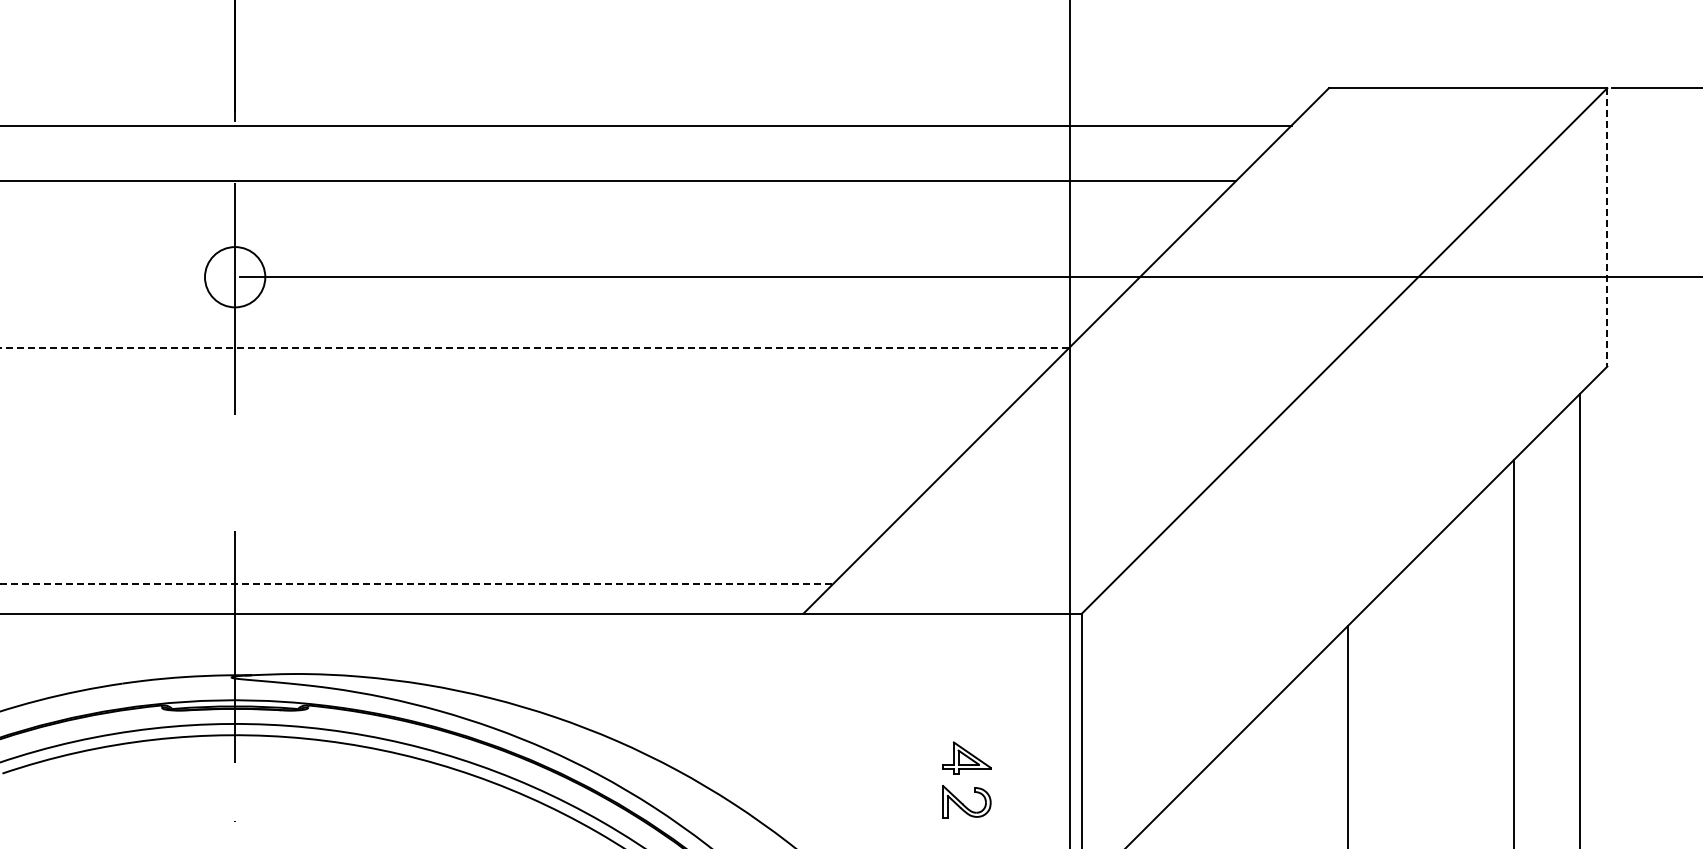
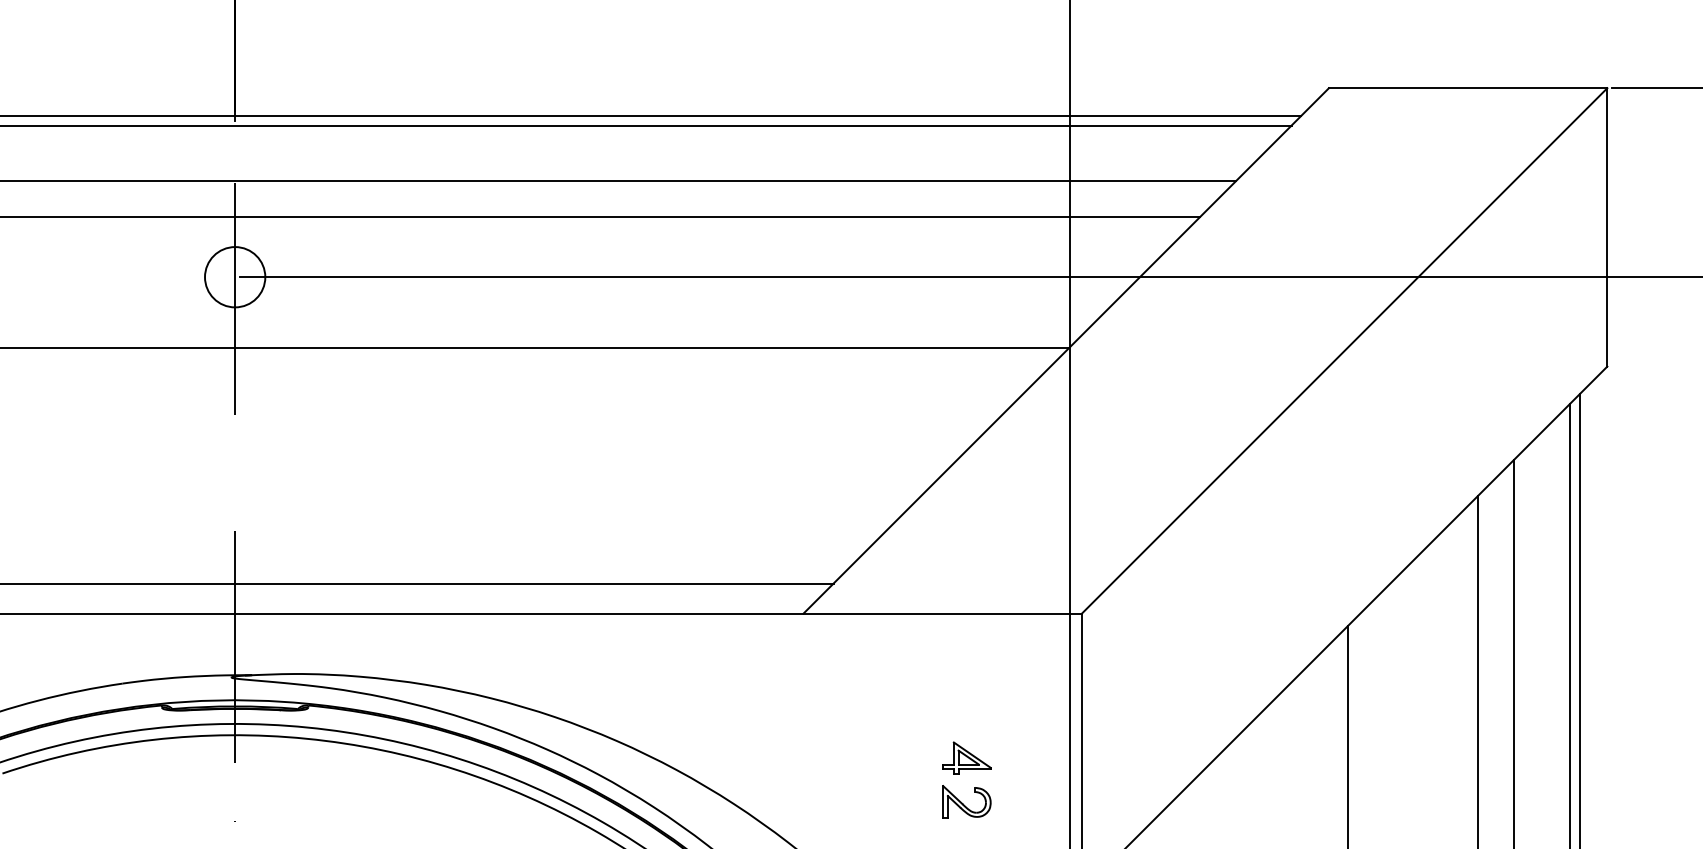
line at (651, 116): none -> present
line at (600, 217): none -> present
line at (1607, 227): dashed -> solid
line at (534, 348): dashed -> solid
line at (417, 583): dashed -> solid
line at (1569, 624): none -> present
line at (1478, 670): none -> present
